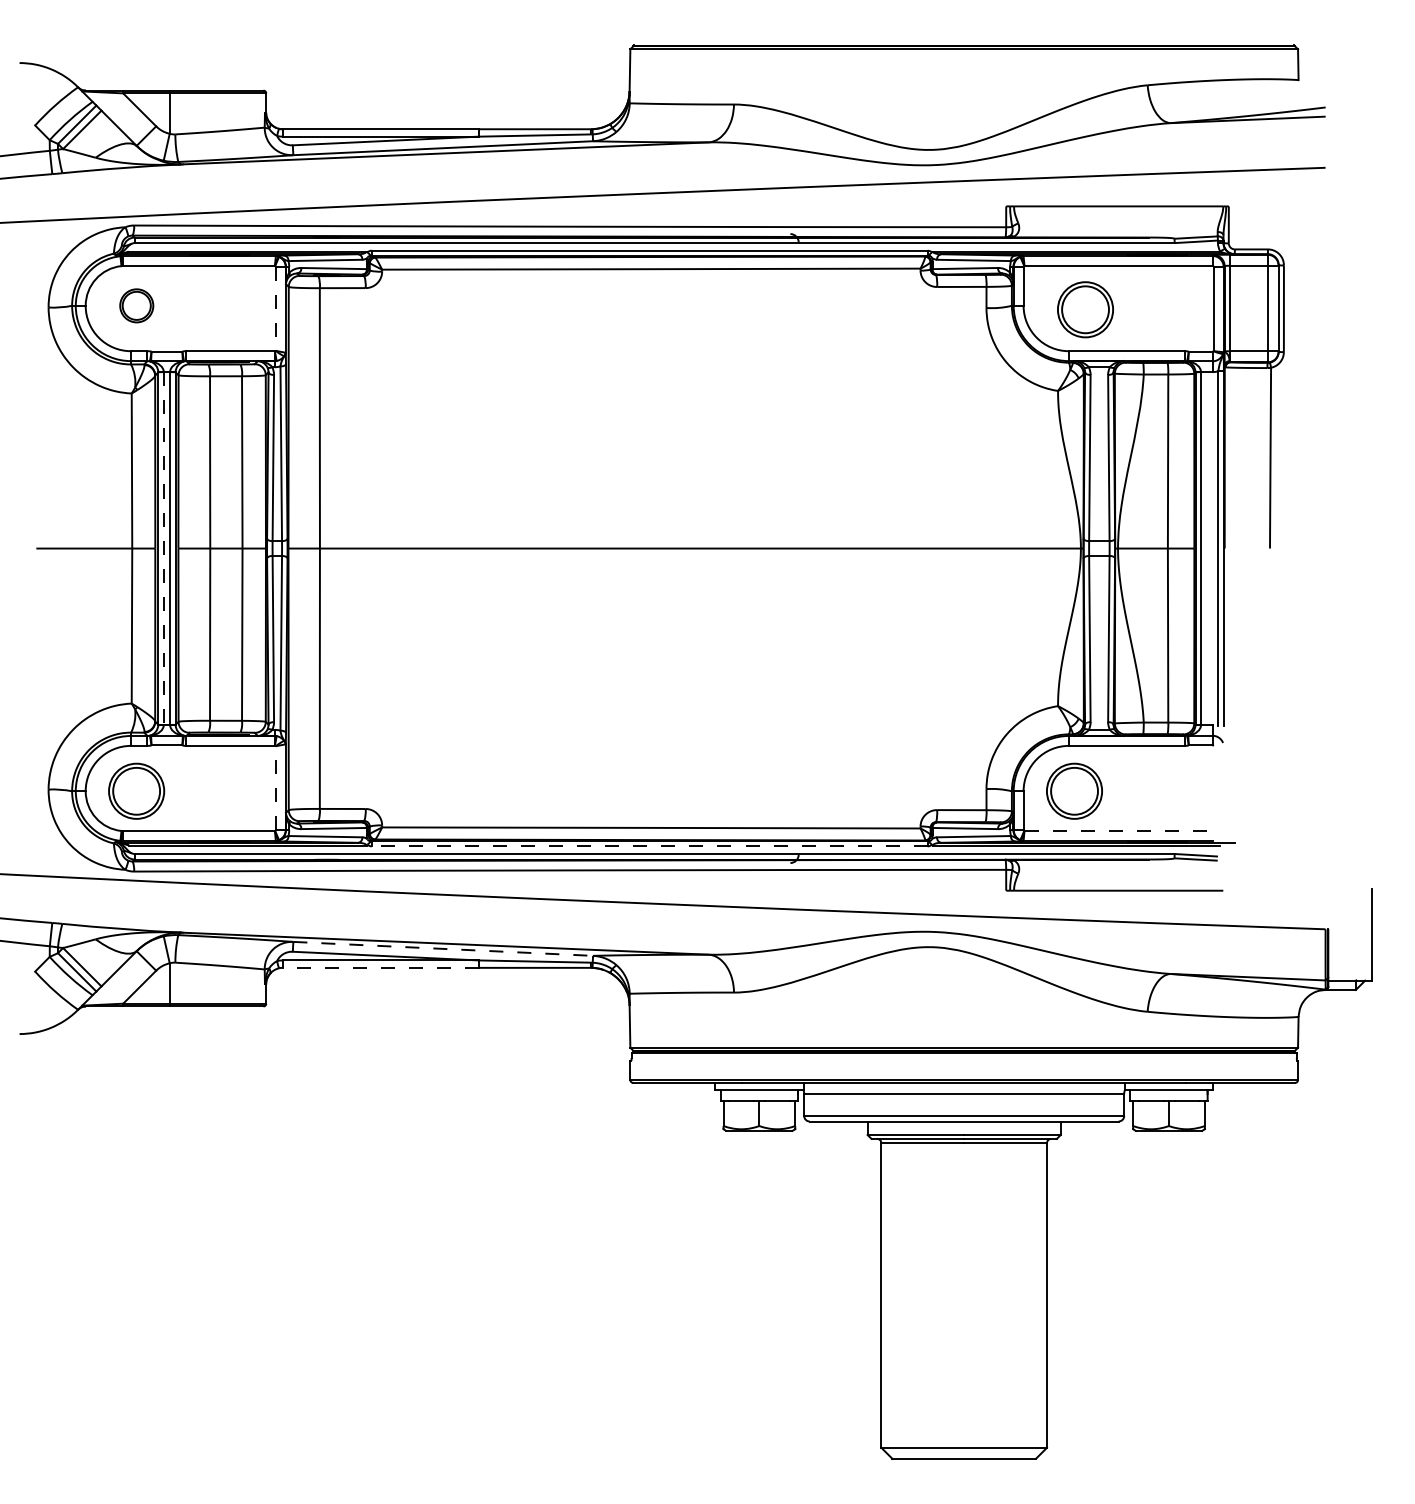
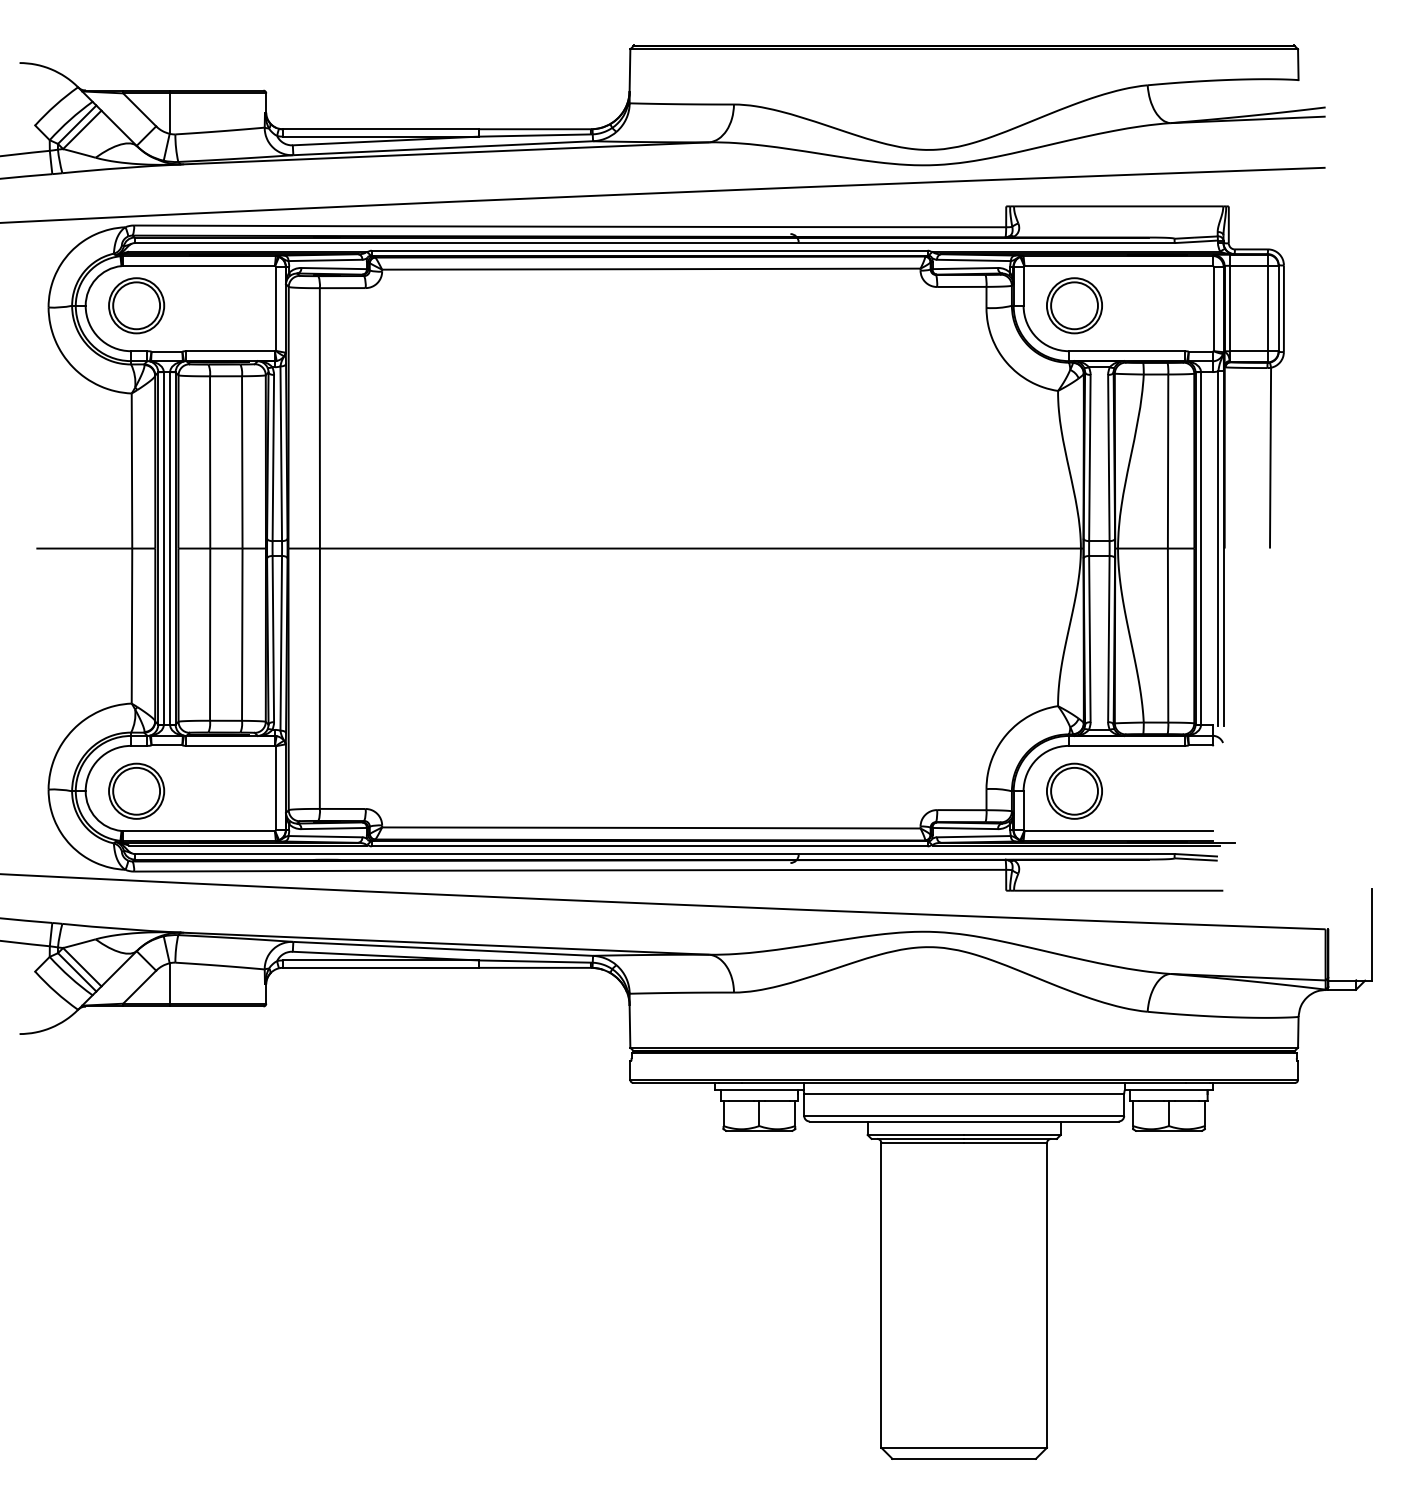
part at (136, 305) size: 36x36 px -> 58x58 px
line at (275, 308): dashed -> solid
part at (1085, 309) position: (1085, 309) -> (1074, 305)
line at (163, 549): dashed -> solid
line at (275, 788): dashed -> solid
line at (1119, 831): dashed -> solid
line at (649, 846): dashed -> solid
line at (441, 948): dashed -> solid
line at (380, 967): dashed -> solid
